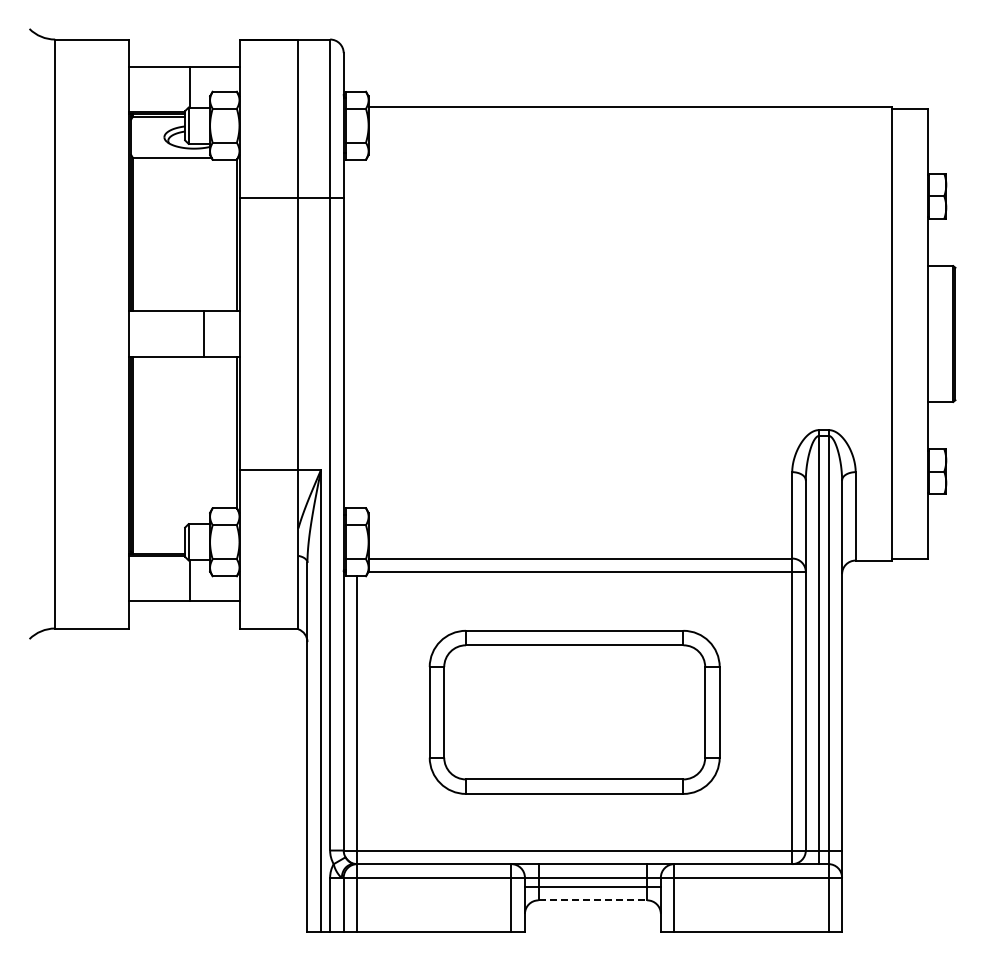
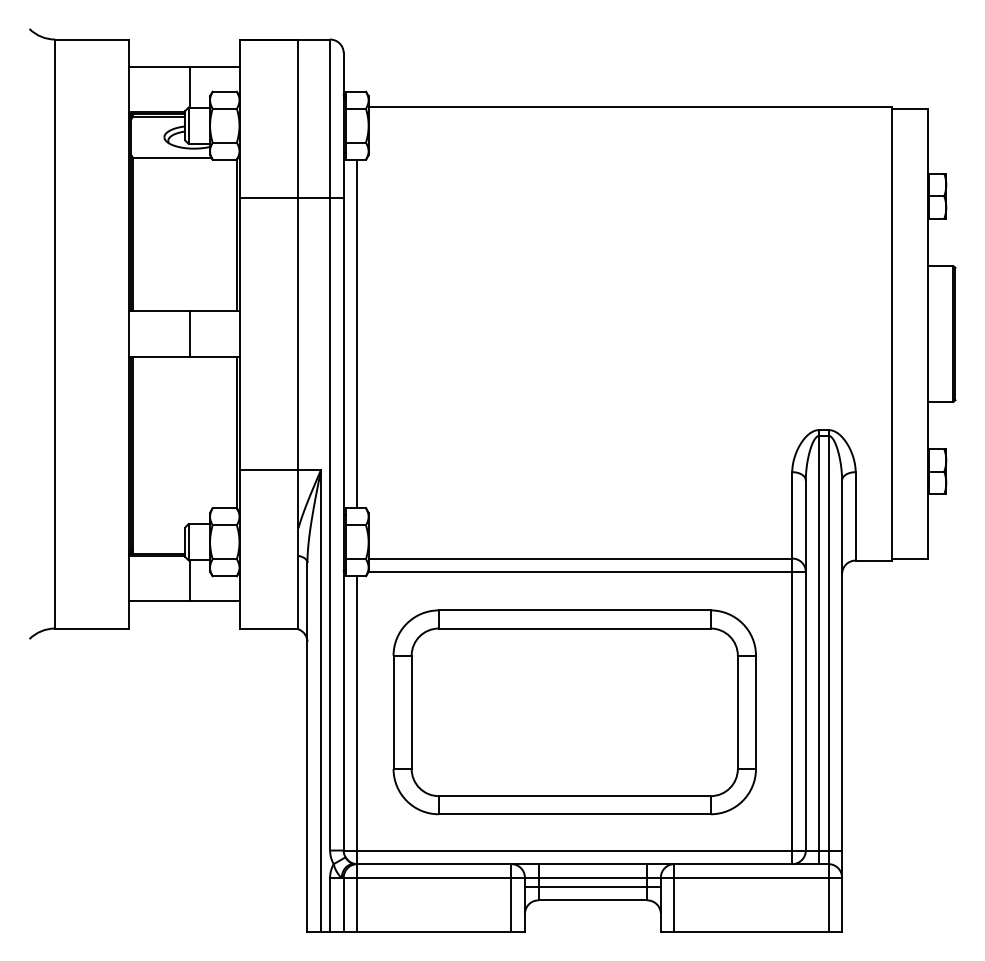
line at (203, 333) position: (203, 333) -> (189, 333)
line at (357, 333): none -> present
part at (574, 712) size: 293x165 px -> 365x207 px
line at (593, 900): dashed -> solid
